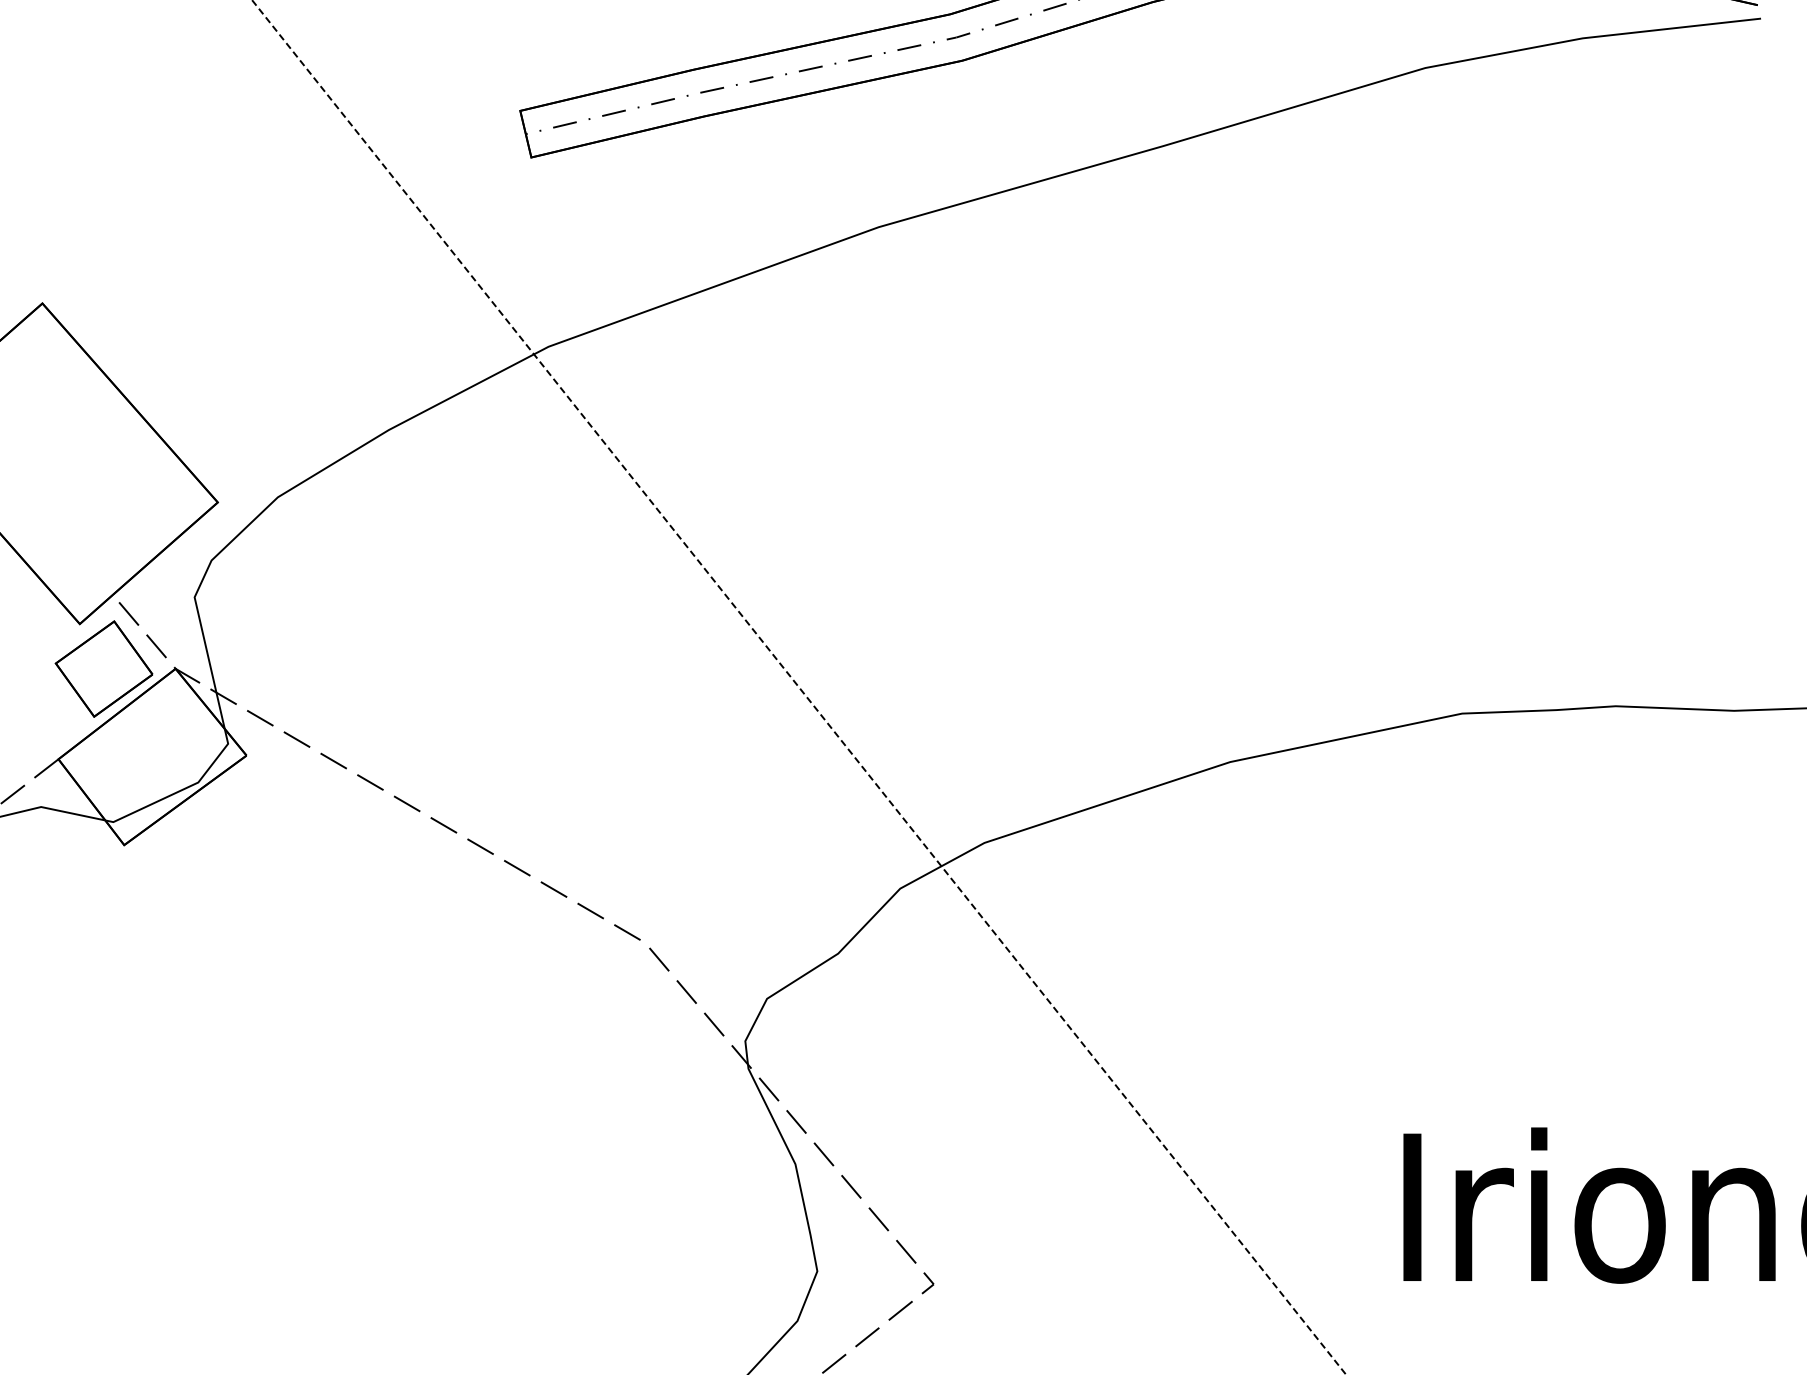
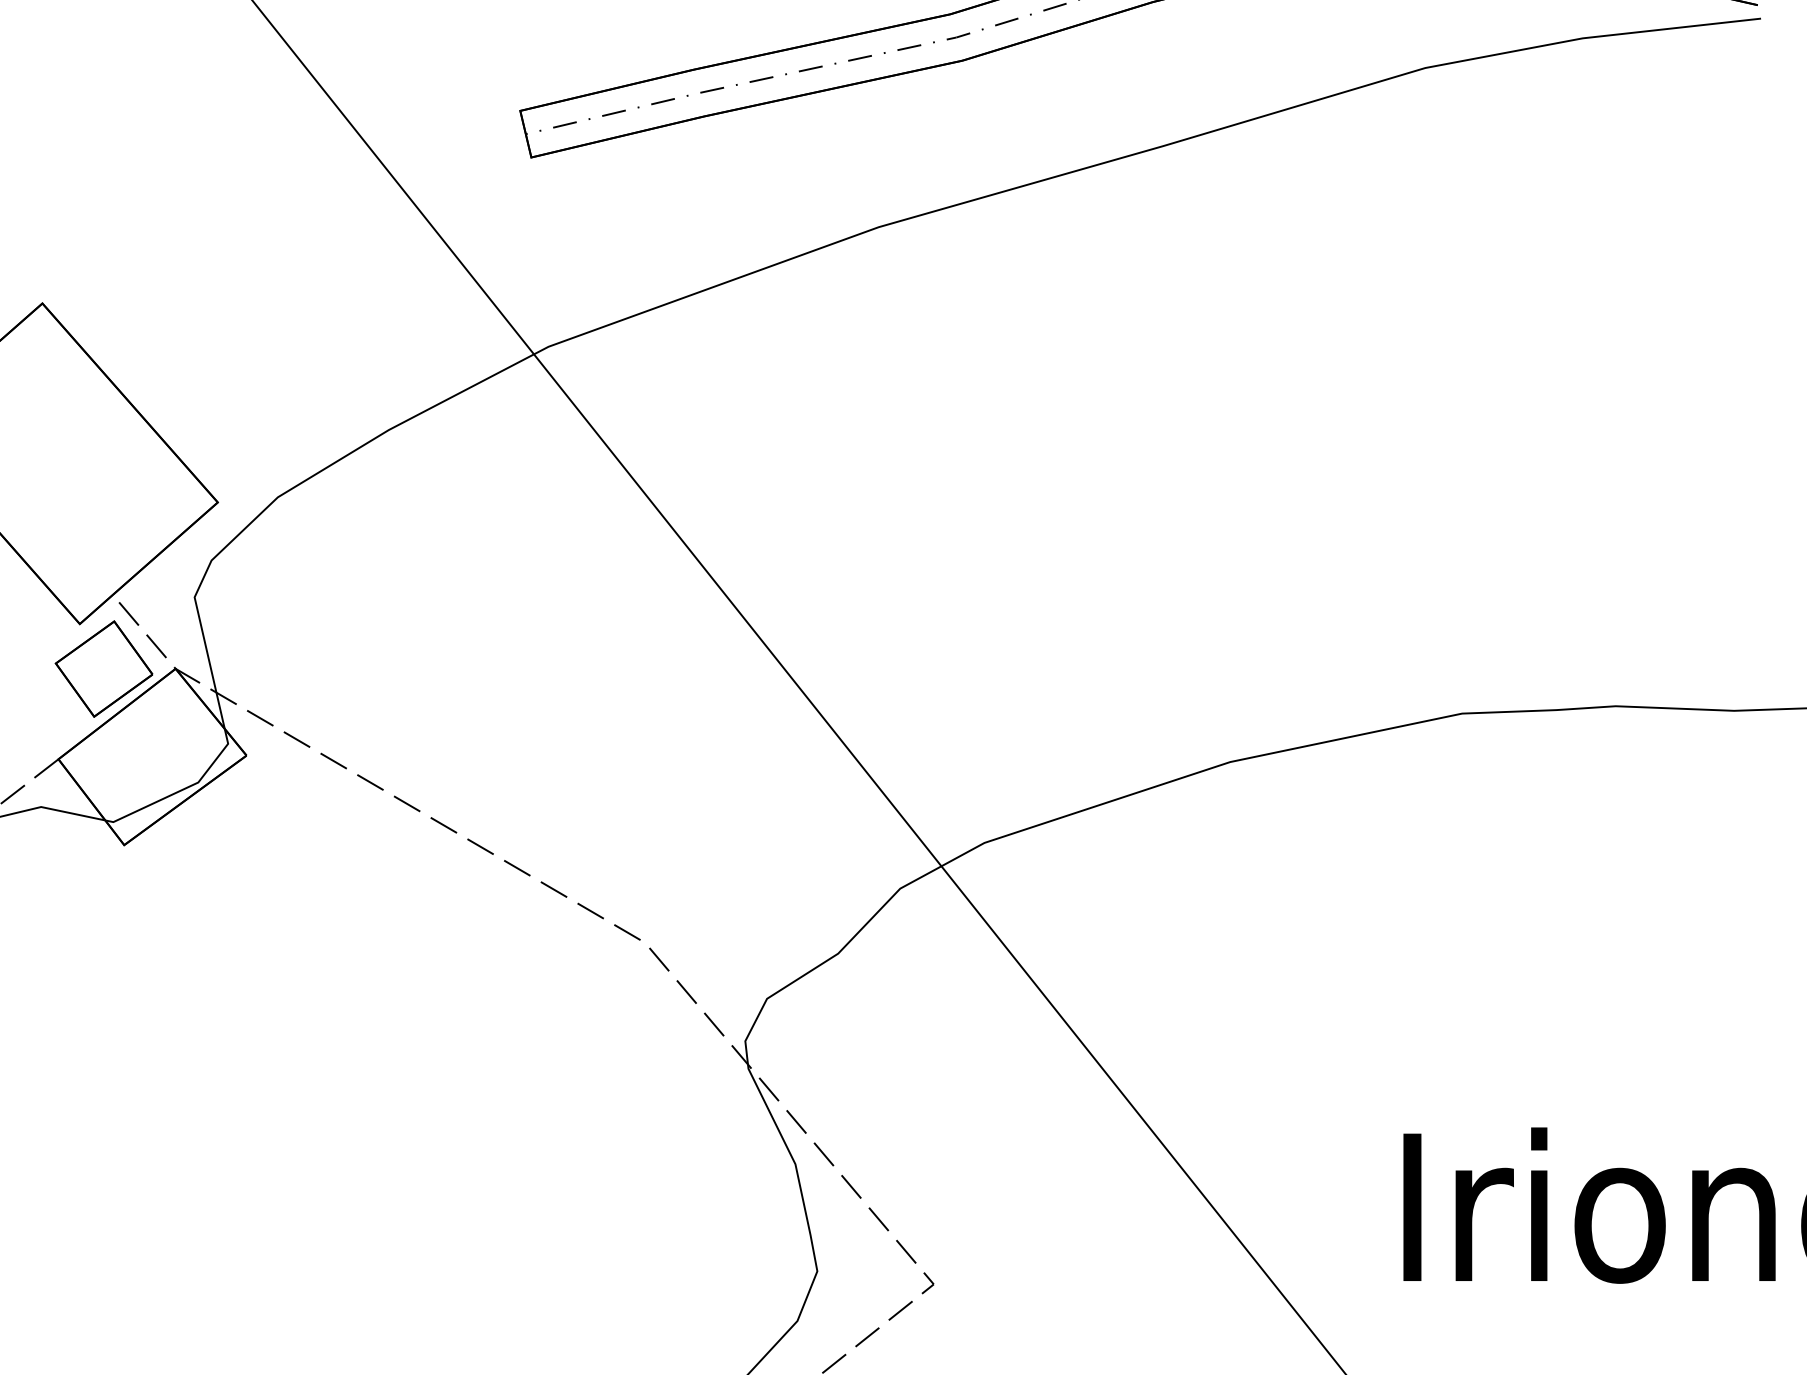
line at (798, 687): dashed -> solid
